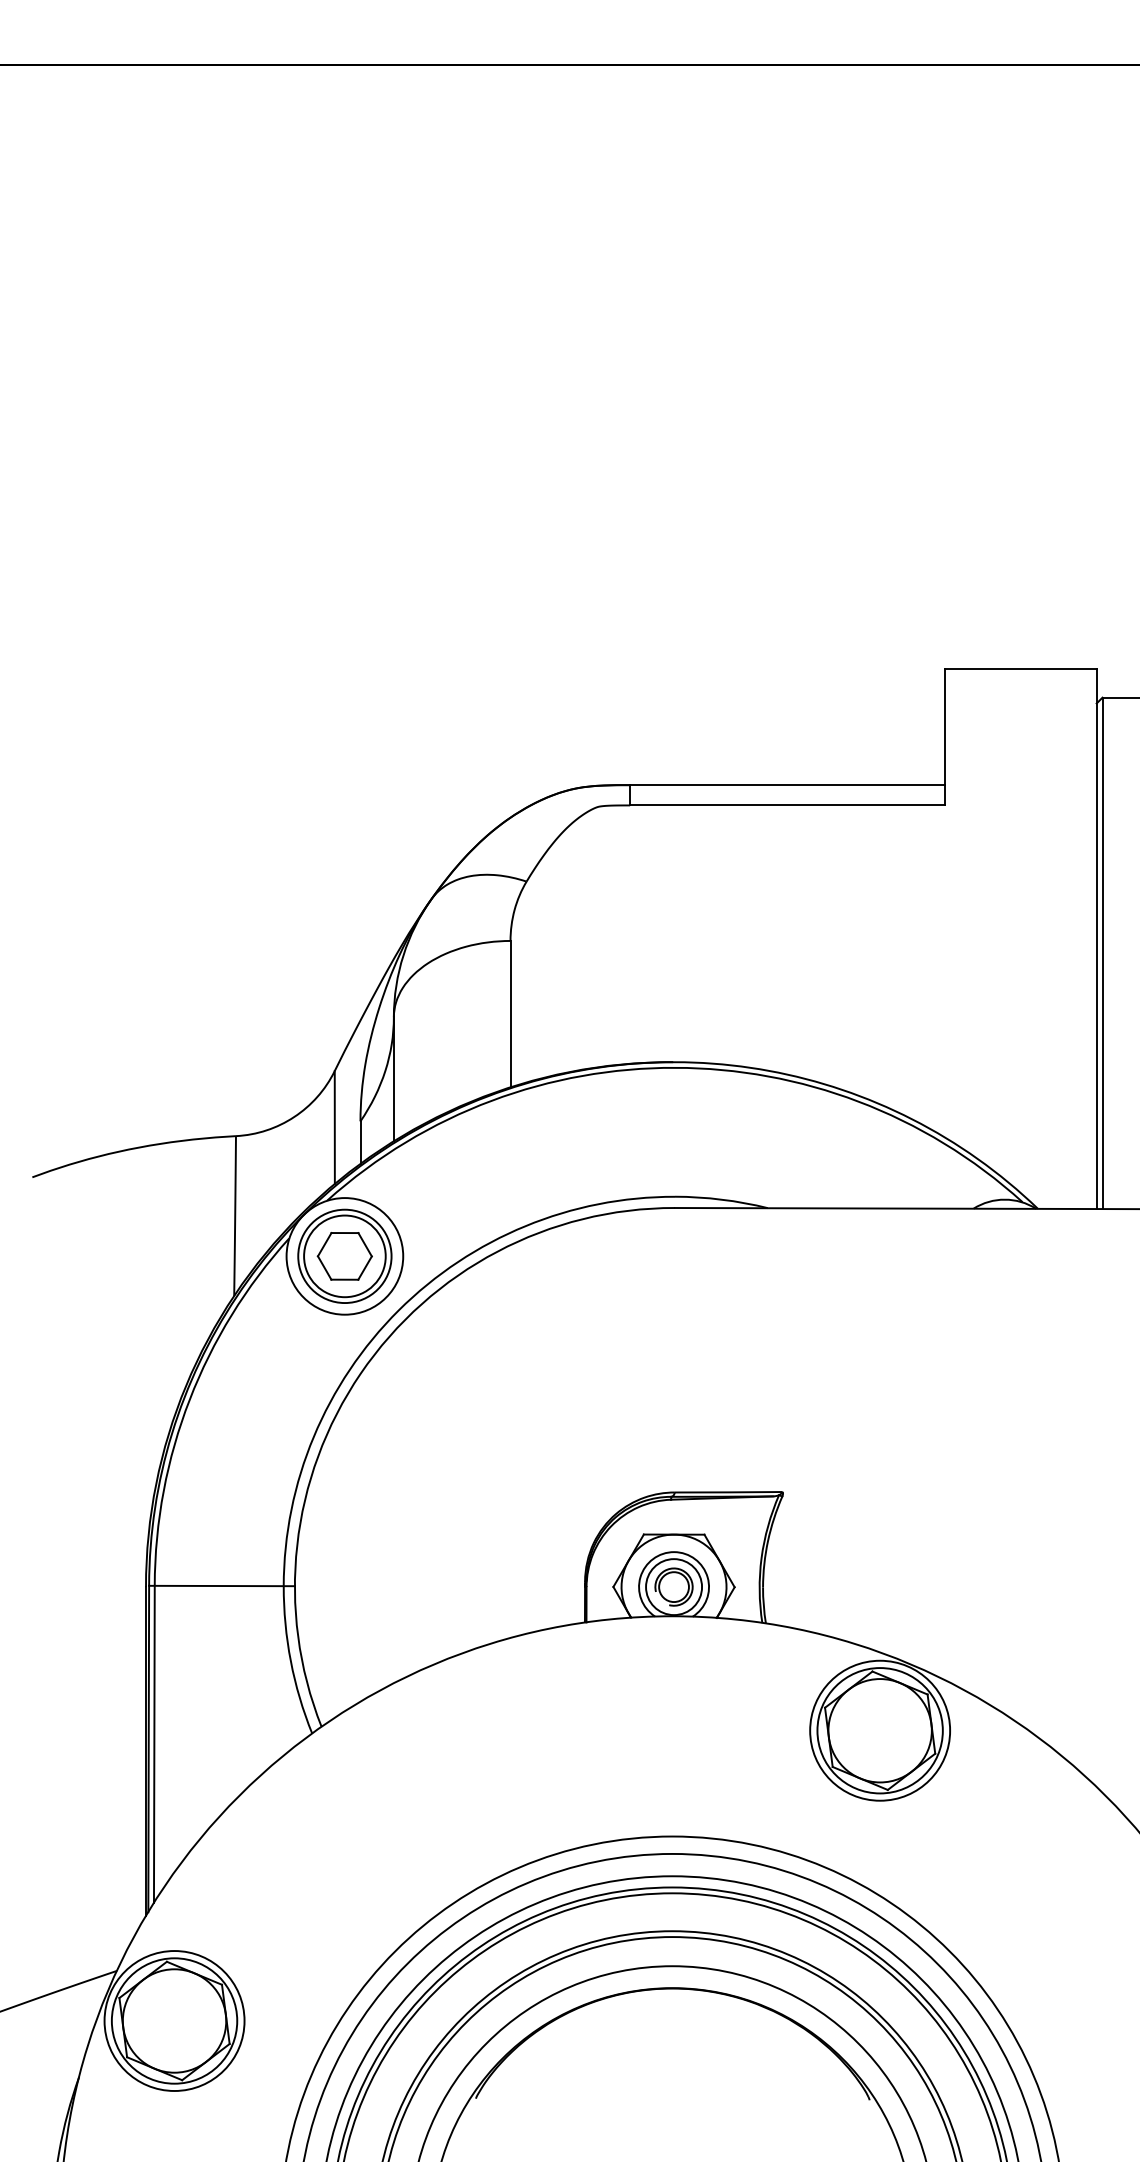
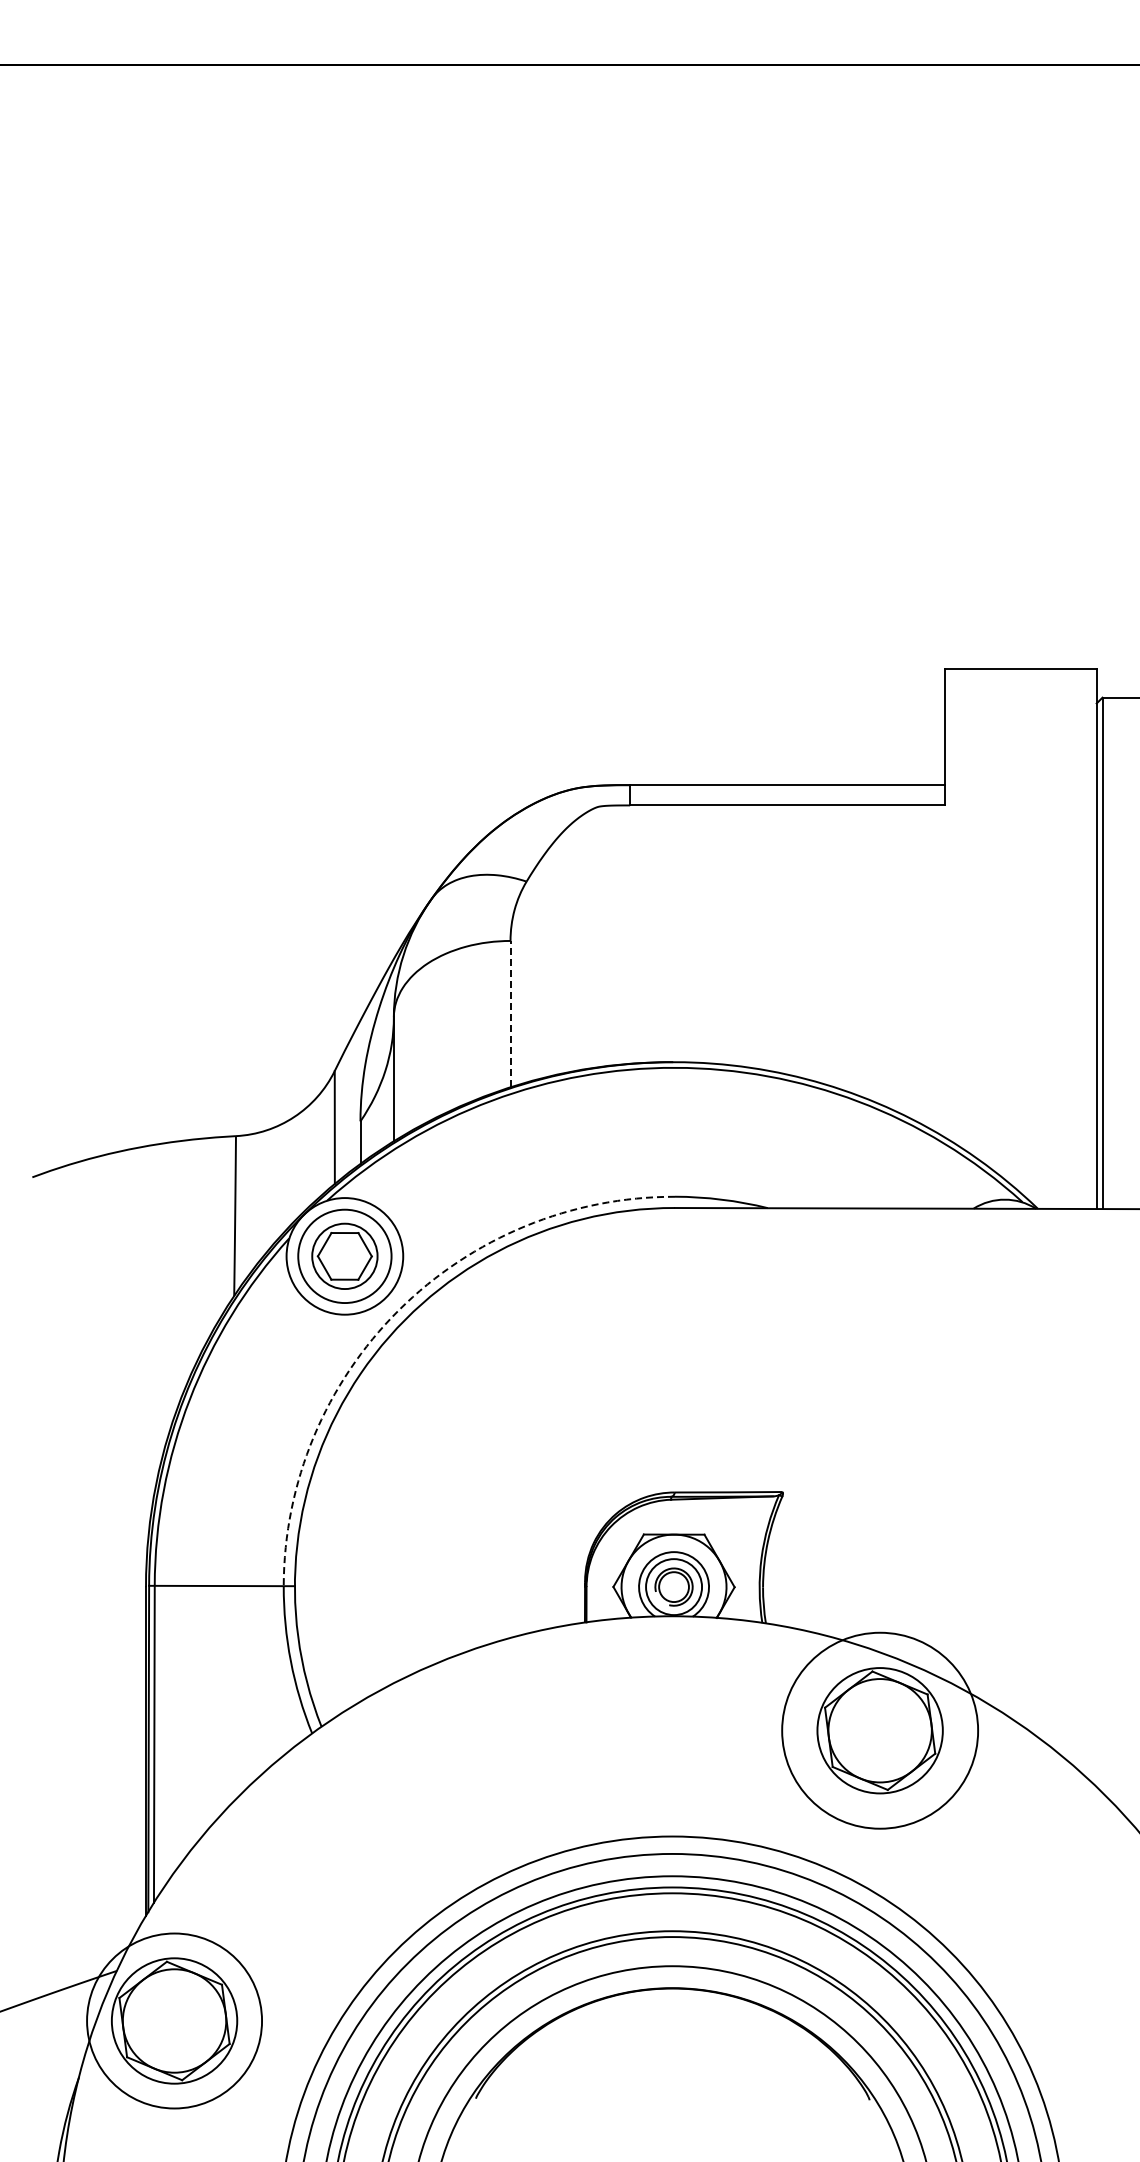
line at (510, 1013): solid -> dashed
circle at (344, 1256) diameter: 82 px -> 65 px
arc at (398, 1310): solid -> dashed
circle at (880, 1730) diameter: 140 px -> 196 px
circle at (174, 2020) diameter: 140 px -> 175 px
